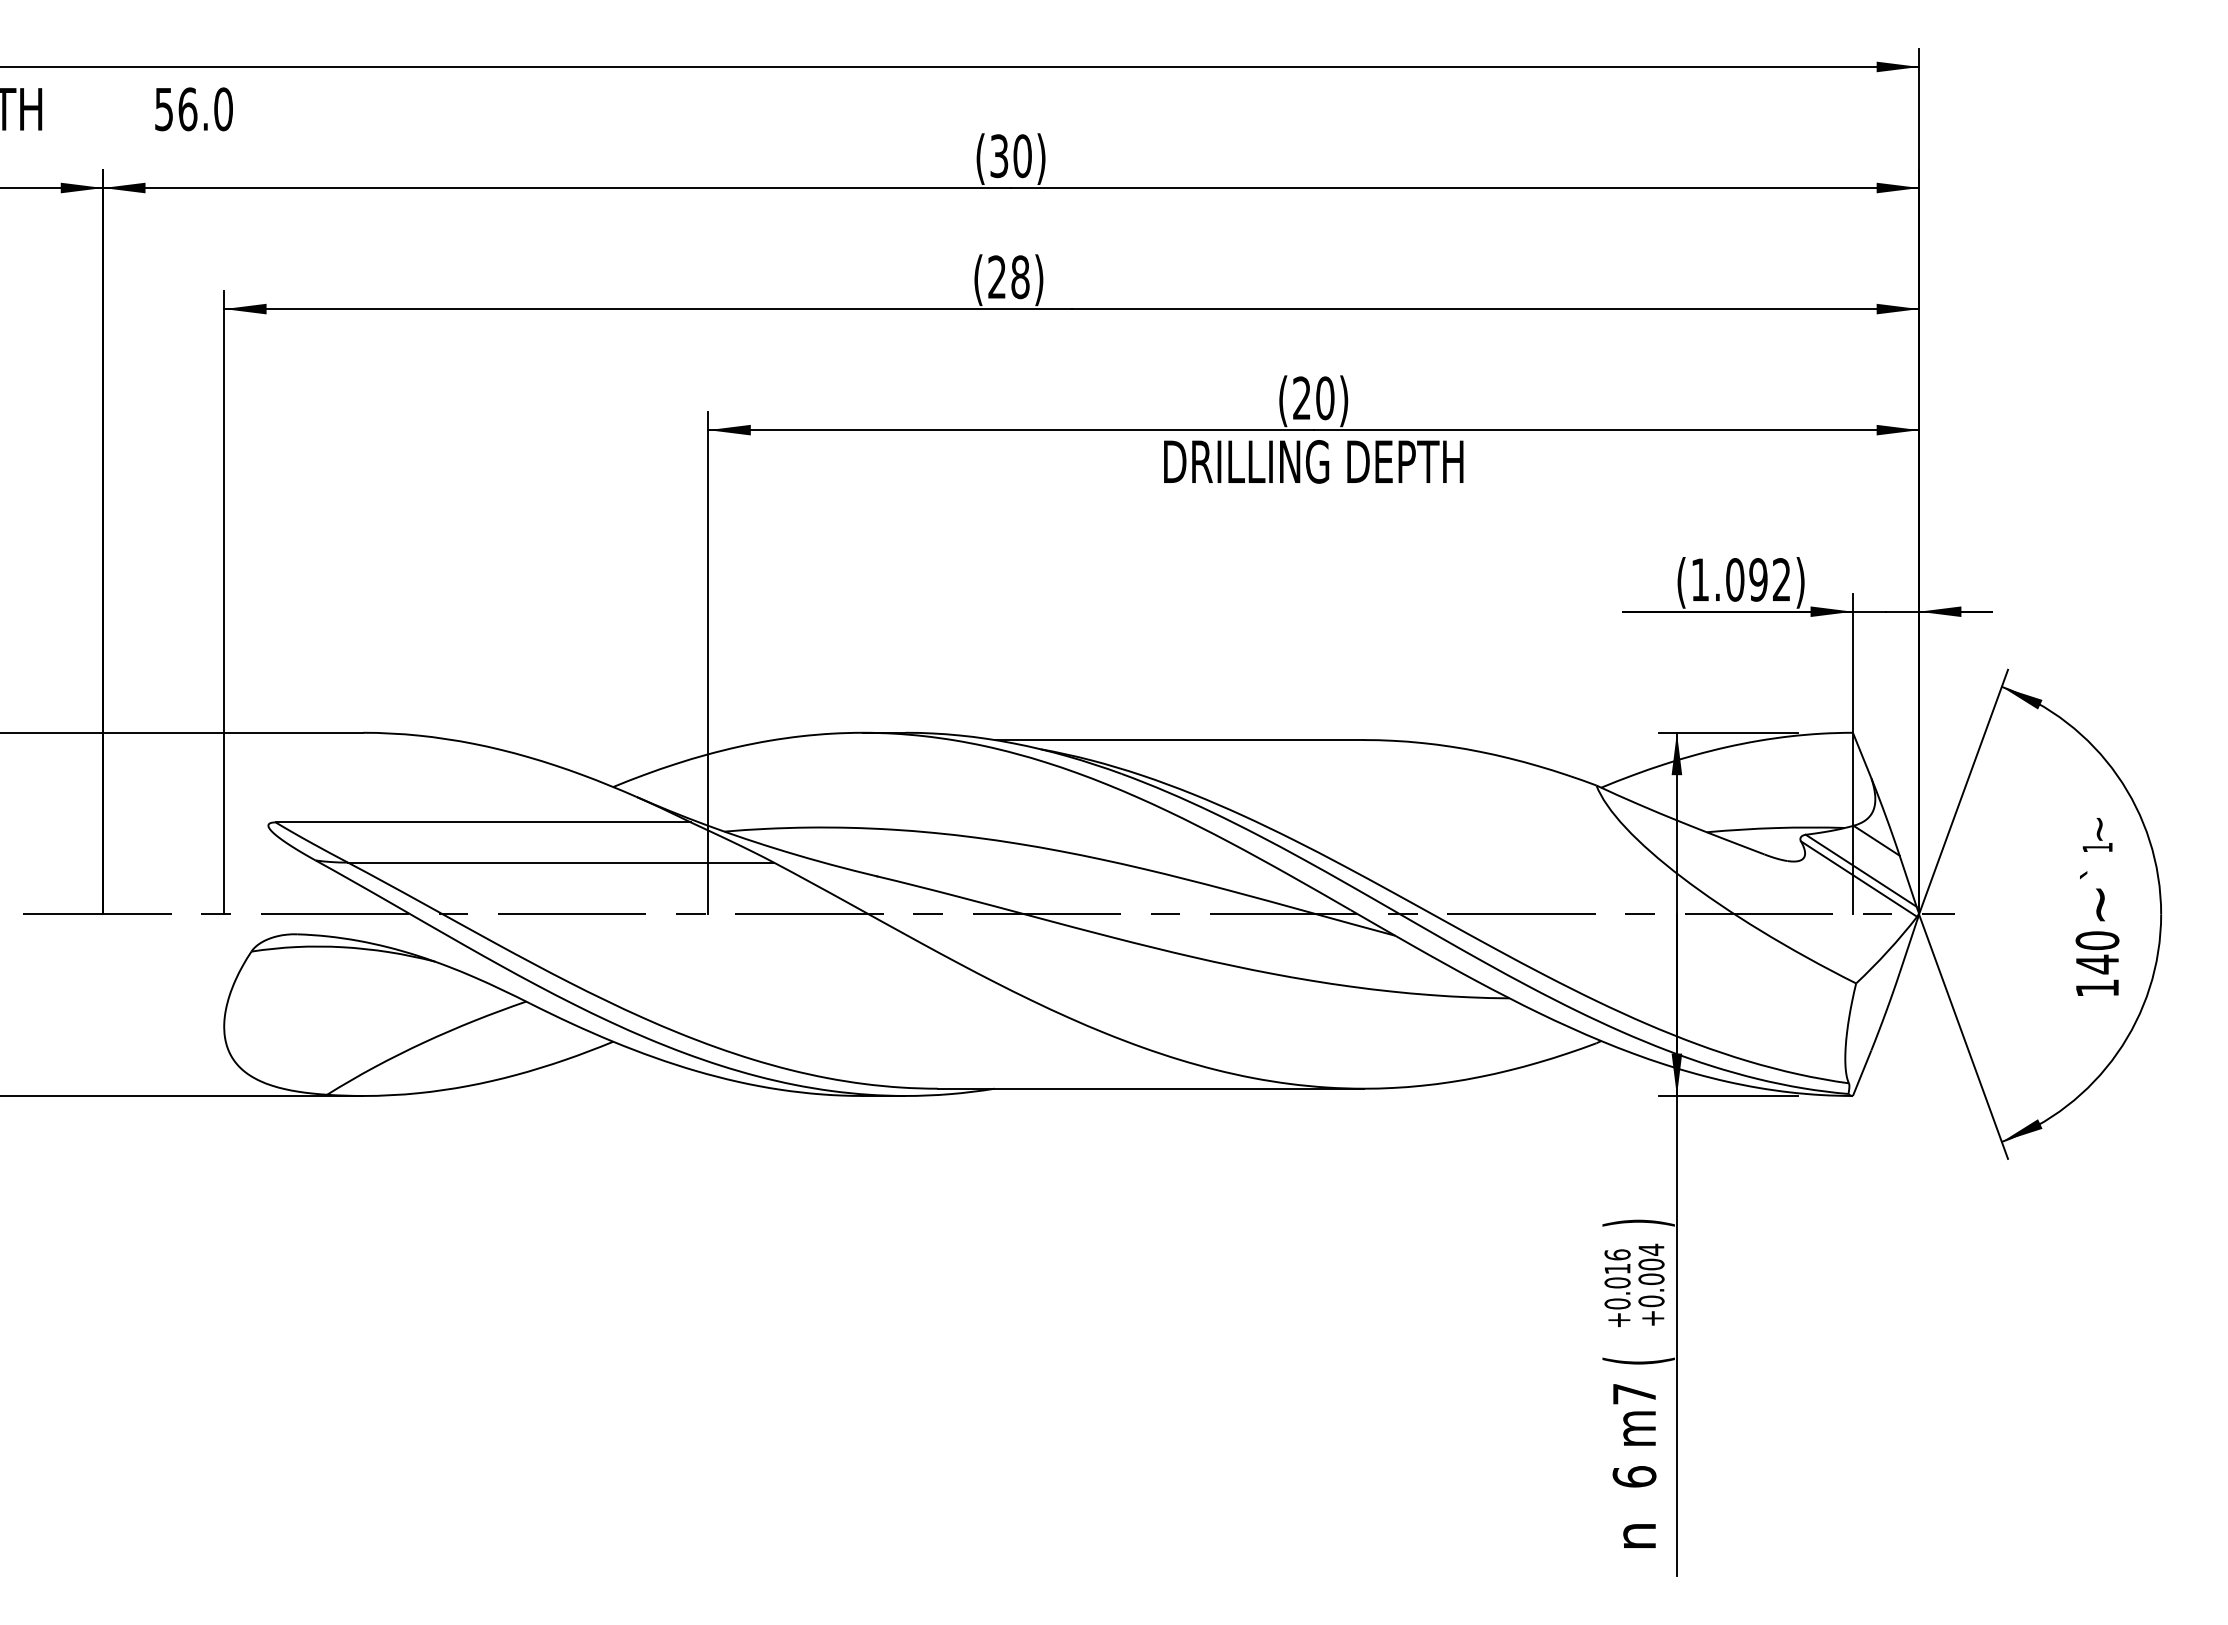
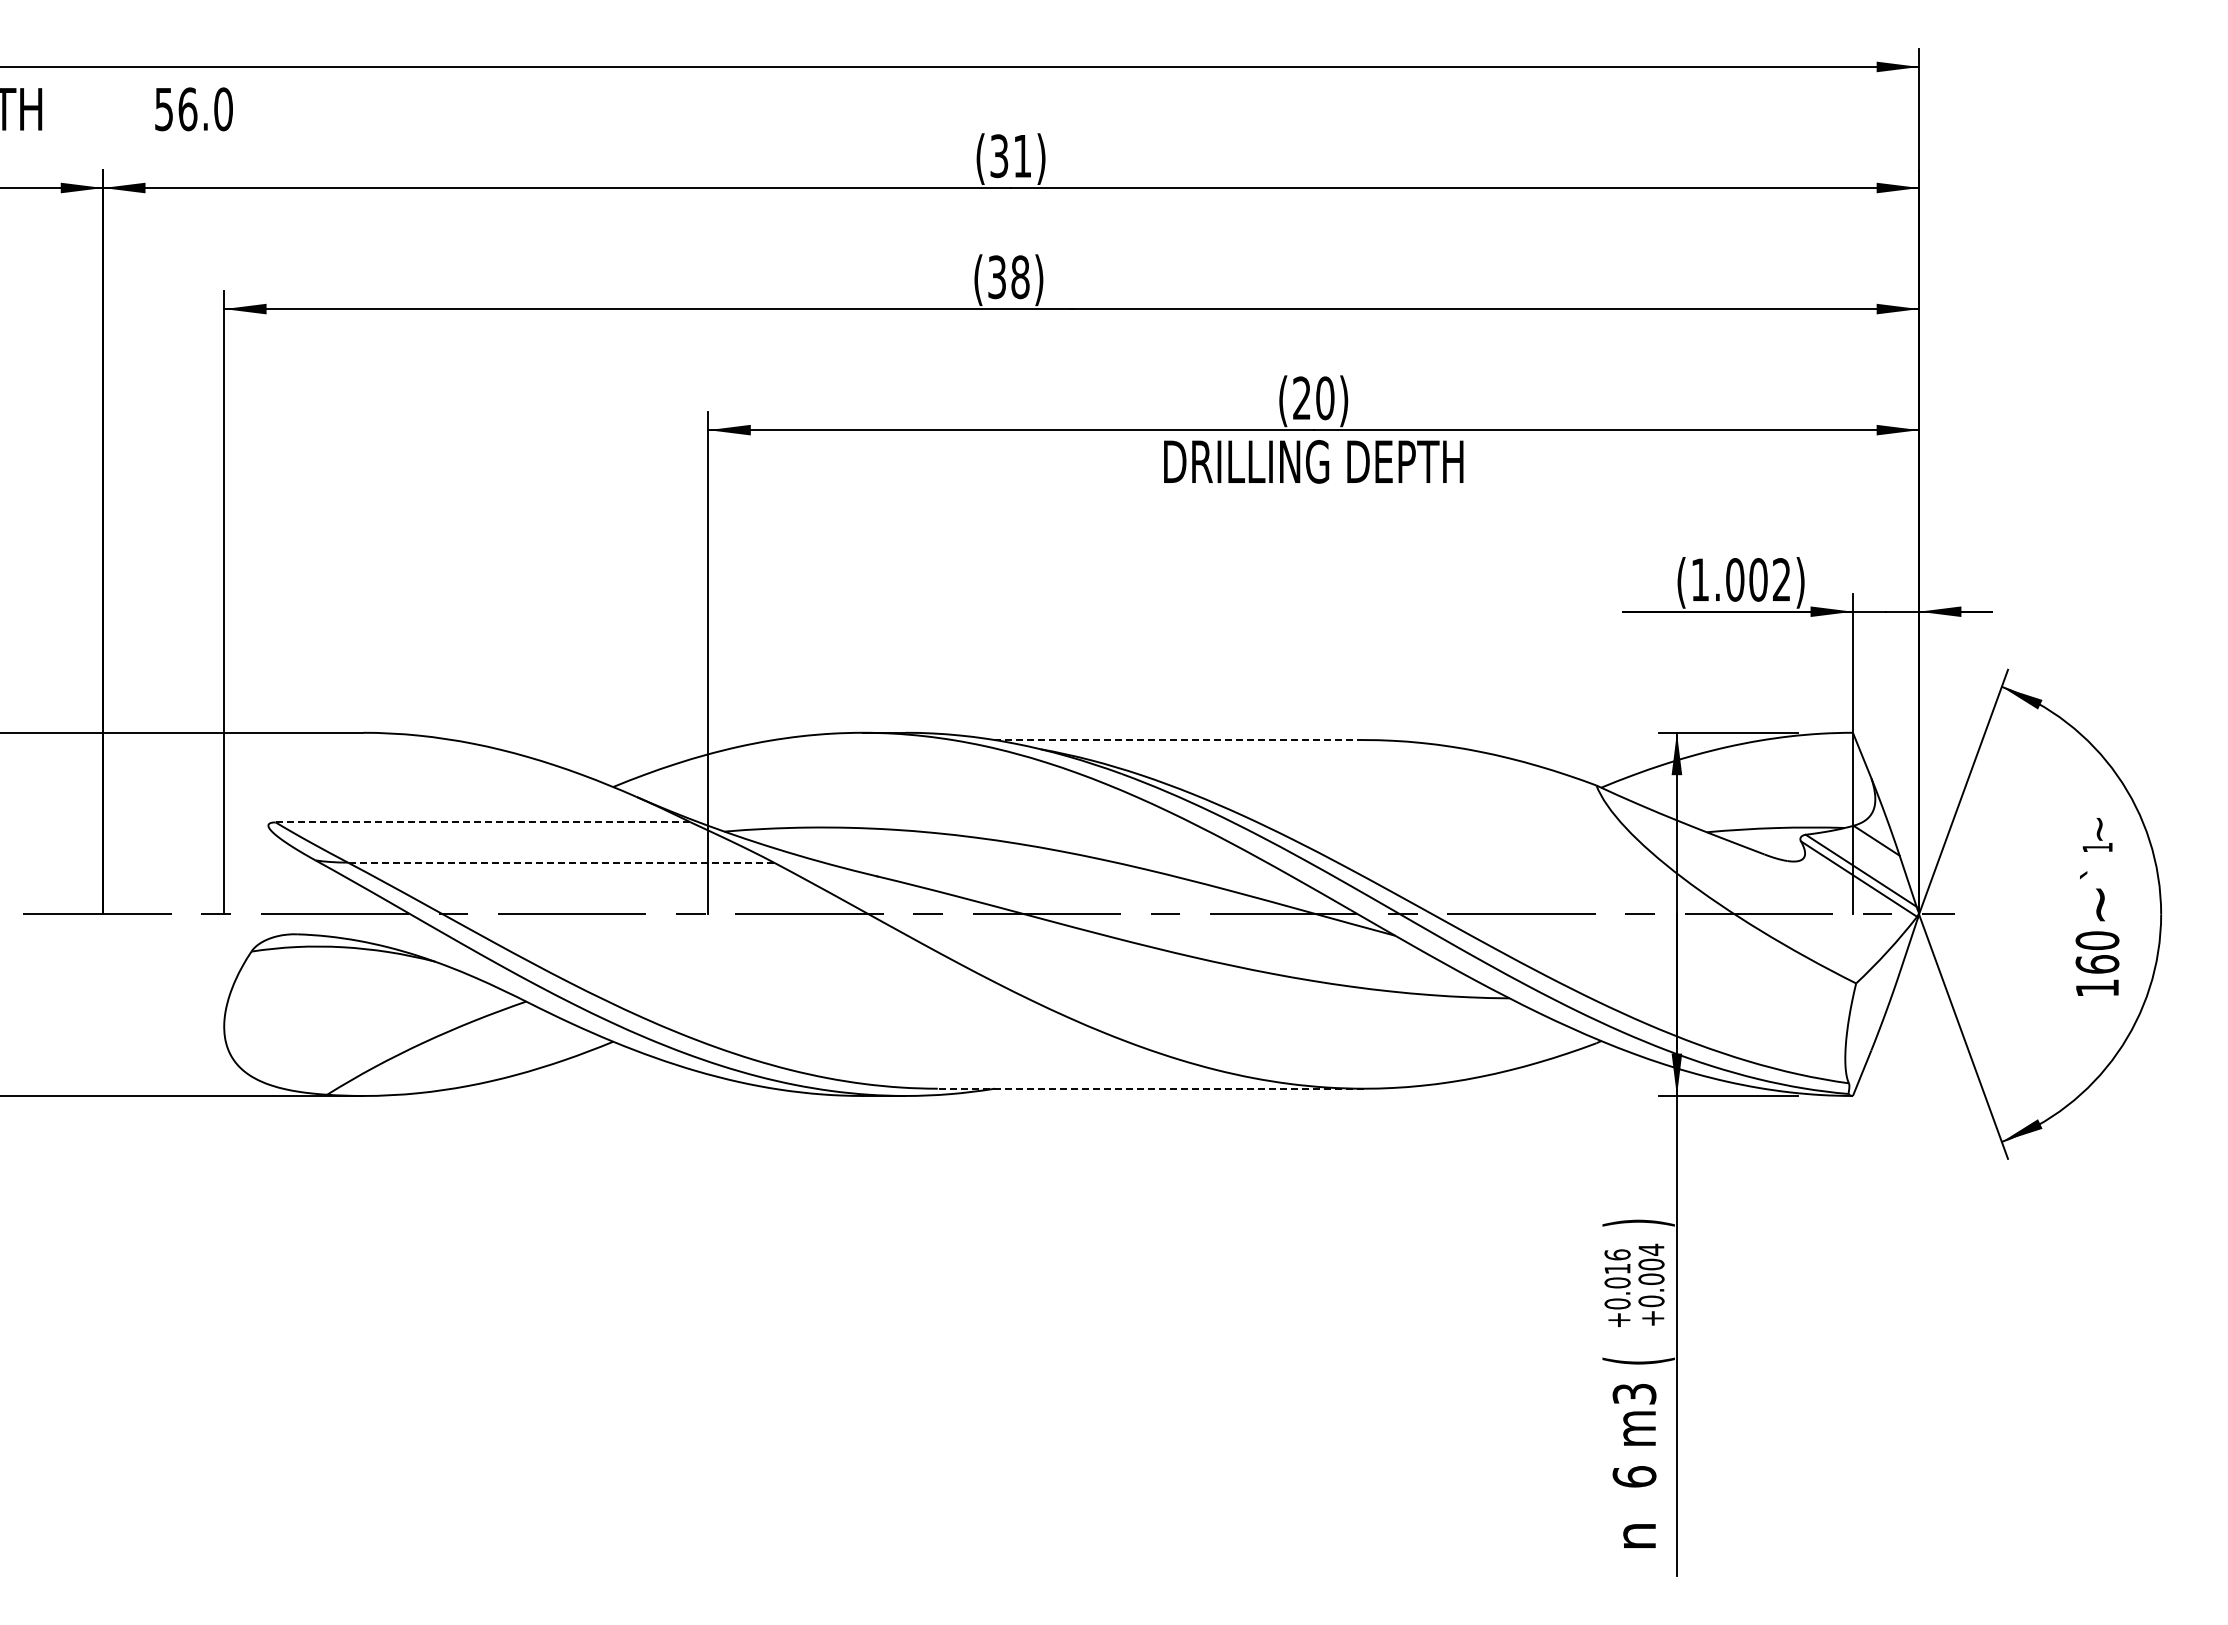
text at (1022, 156): (30) -> (31)
text at (996, 277): (28) -> (38)
text at (1758, 579): (1.092) -> (1.002)
line at (1179, 740): solid -> dashed
line at (483, 822): solid -> dashed
line at (560, 862): solid -> dashed
text at (2097, 964): 140 -> 160
line at (1150, 1088): solid -> dashed
text at (1634, 1394): m7 -> m3
